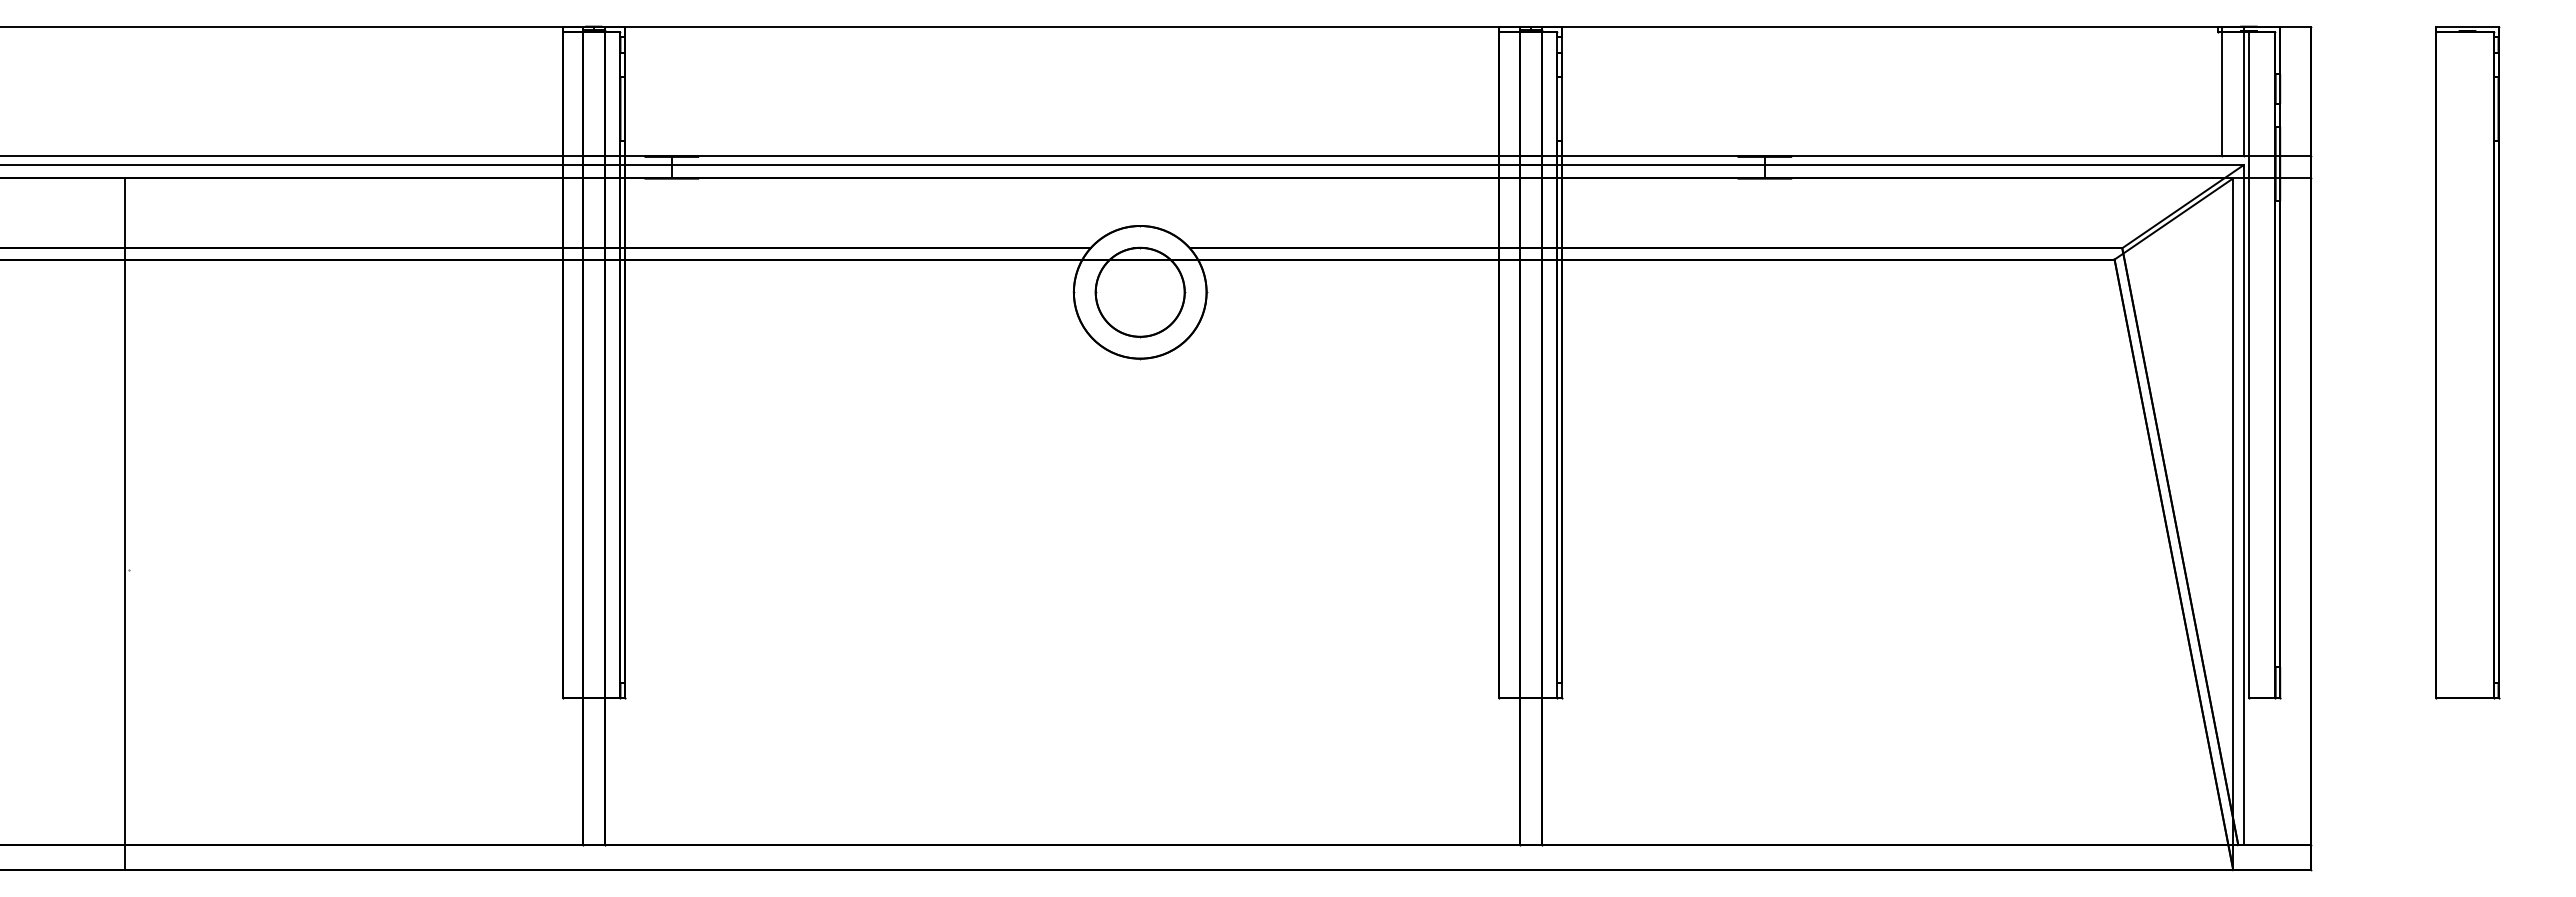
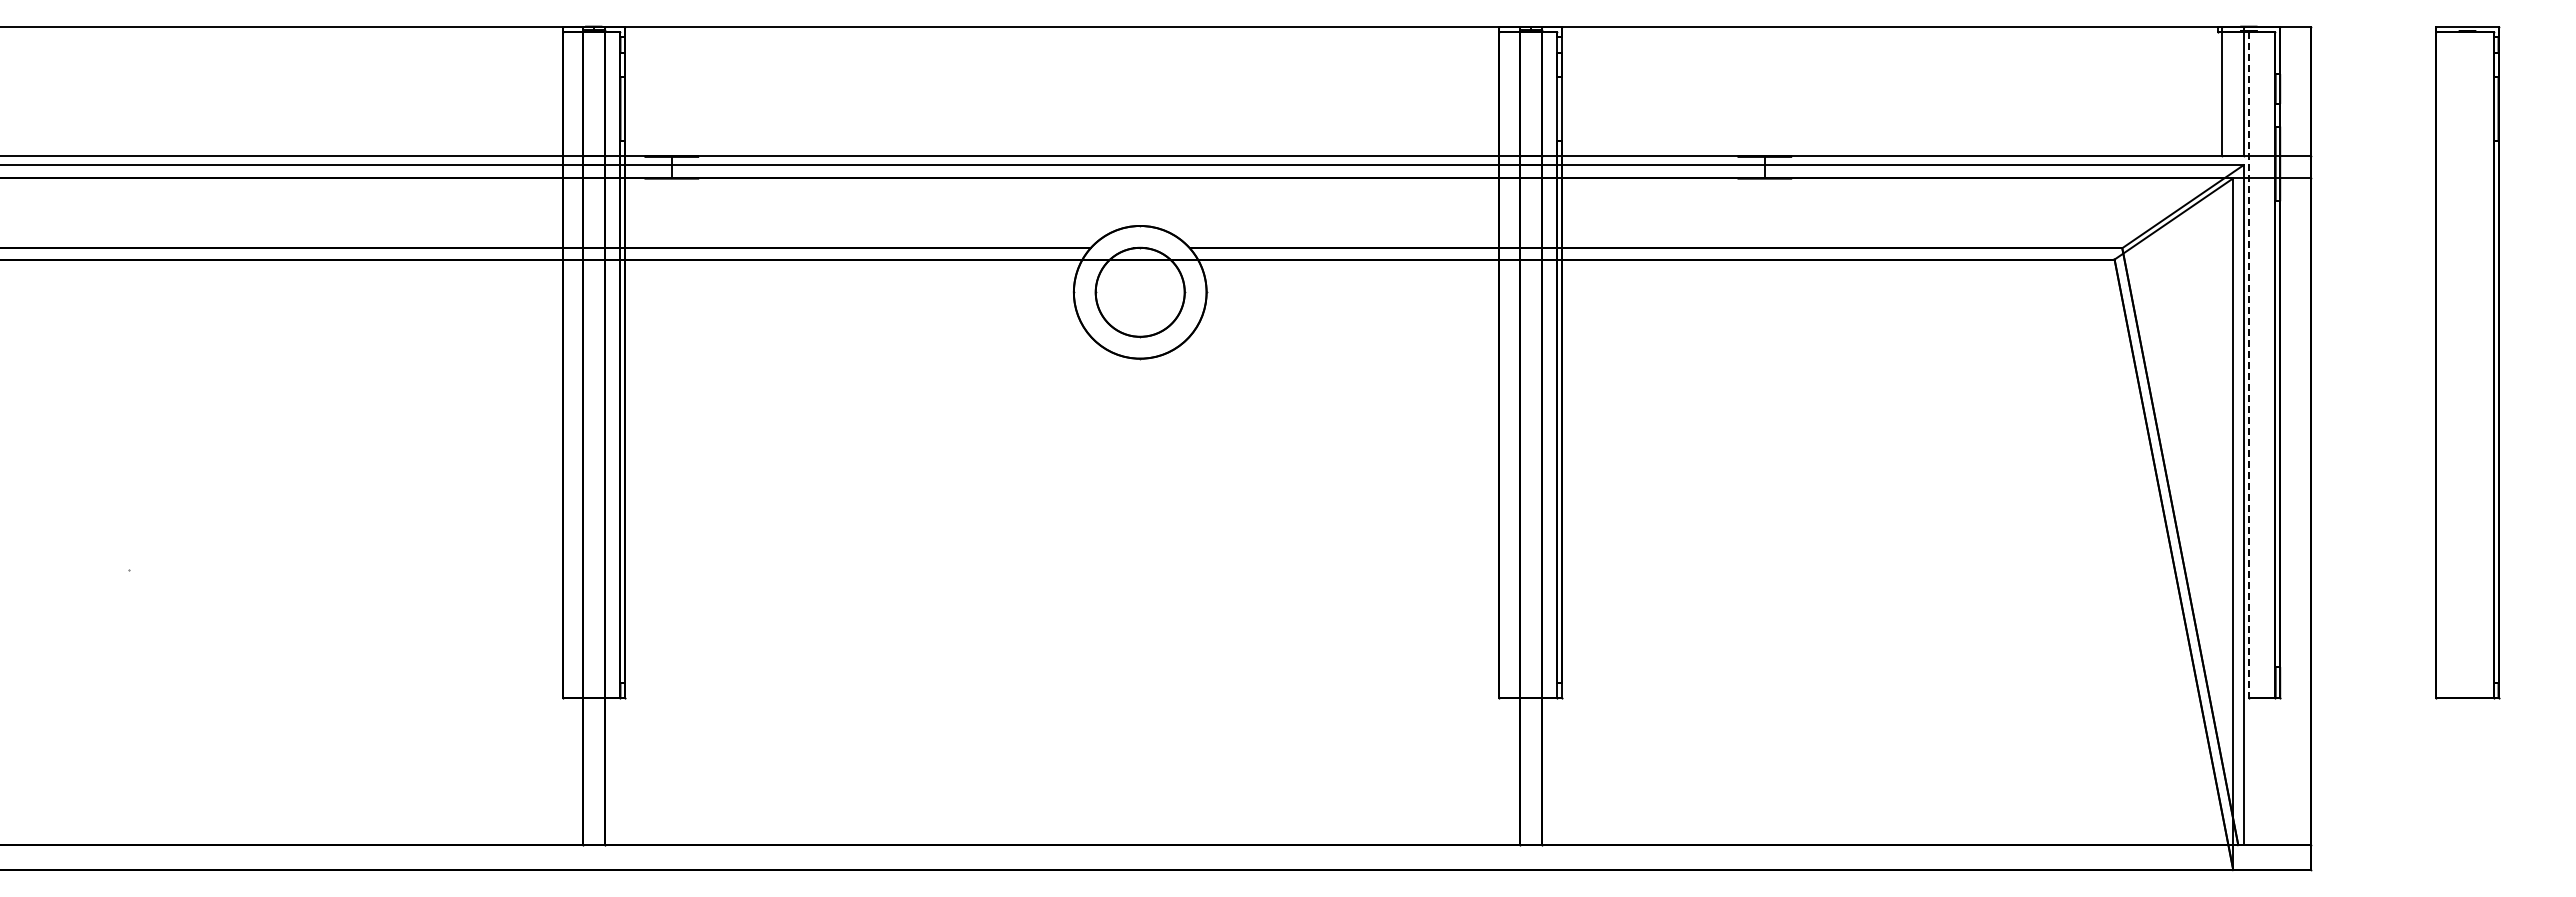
line at (2248, 365): solid -> dashed
line at (125, 524): present -> none
